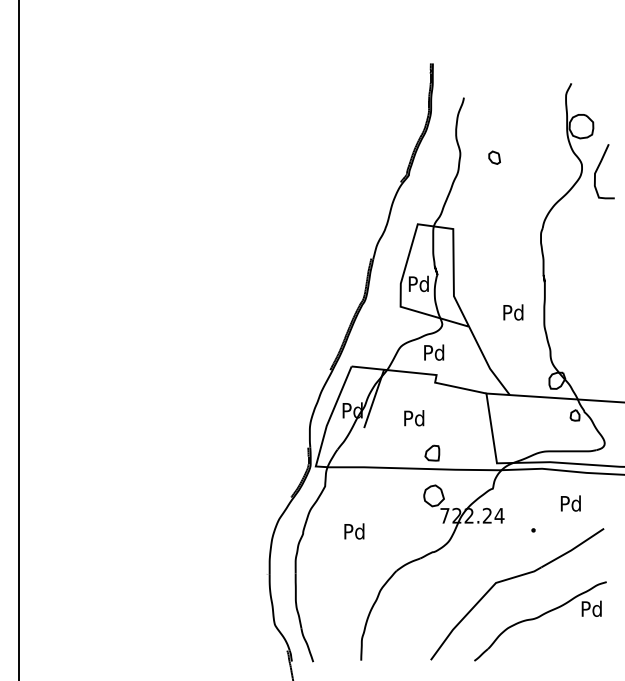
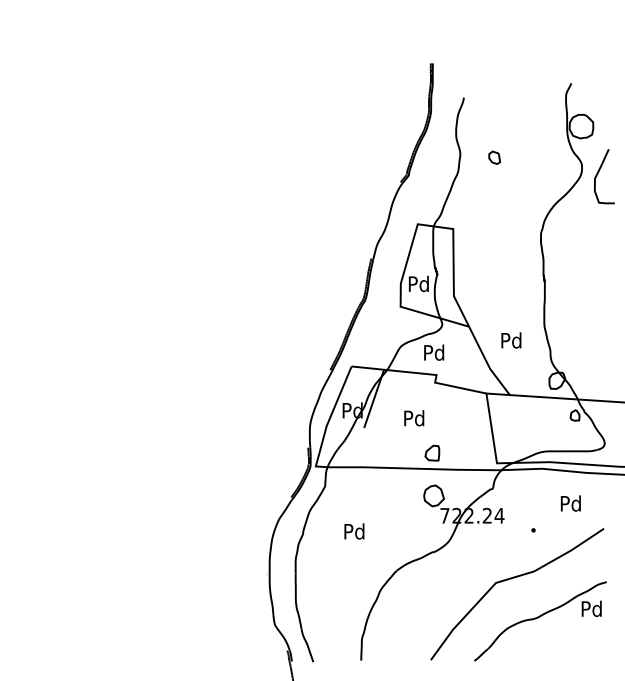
curve at (598, 169) position: (598, 169) -> (598, 174)
text at (513, 312) position: (513, 312) -> (511, 340)
line at (18, 339): present -> none
